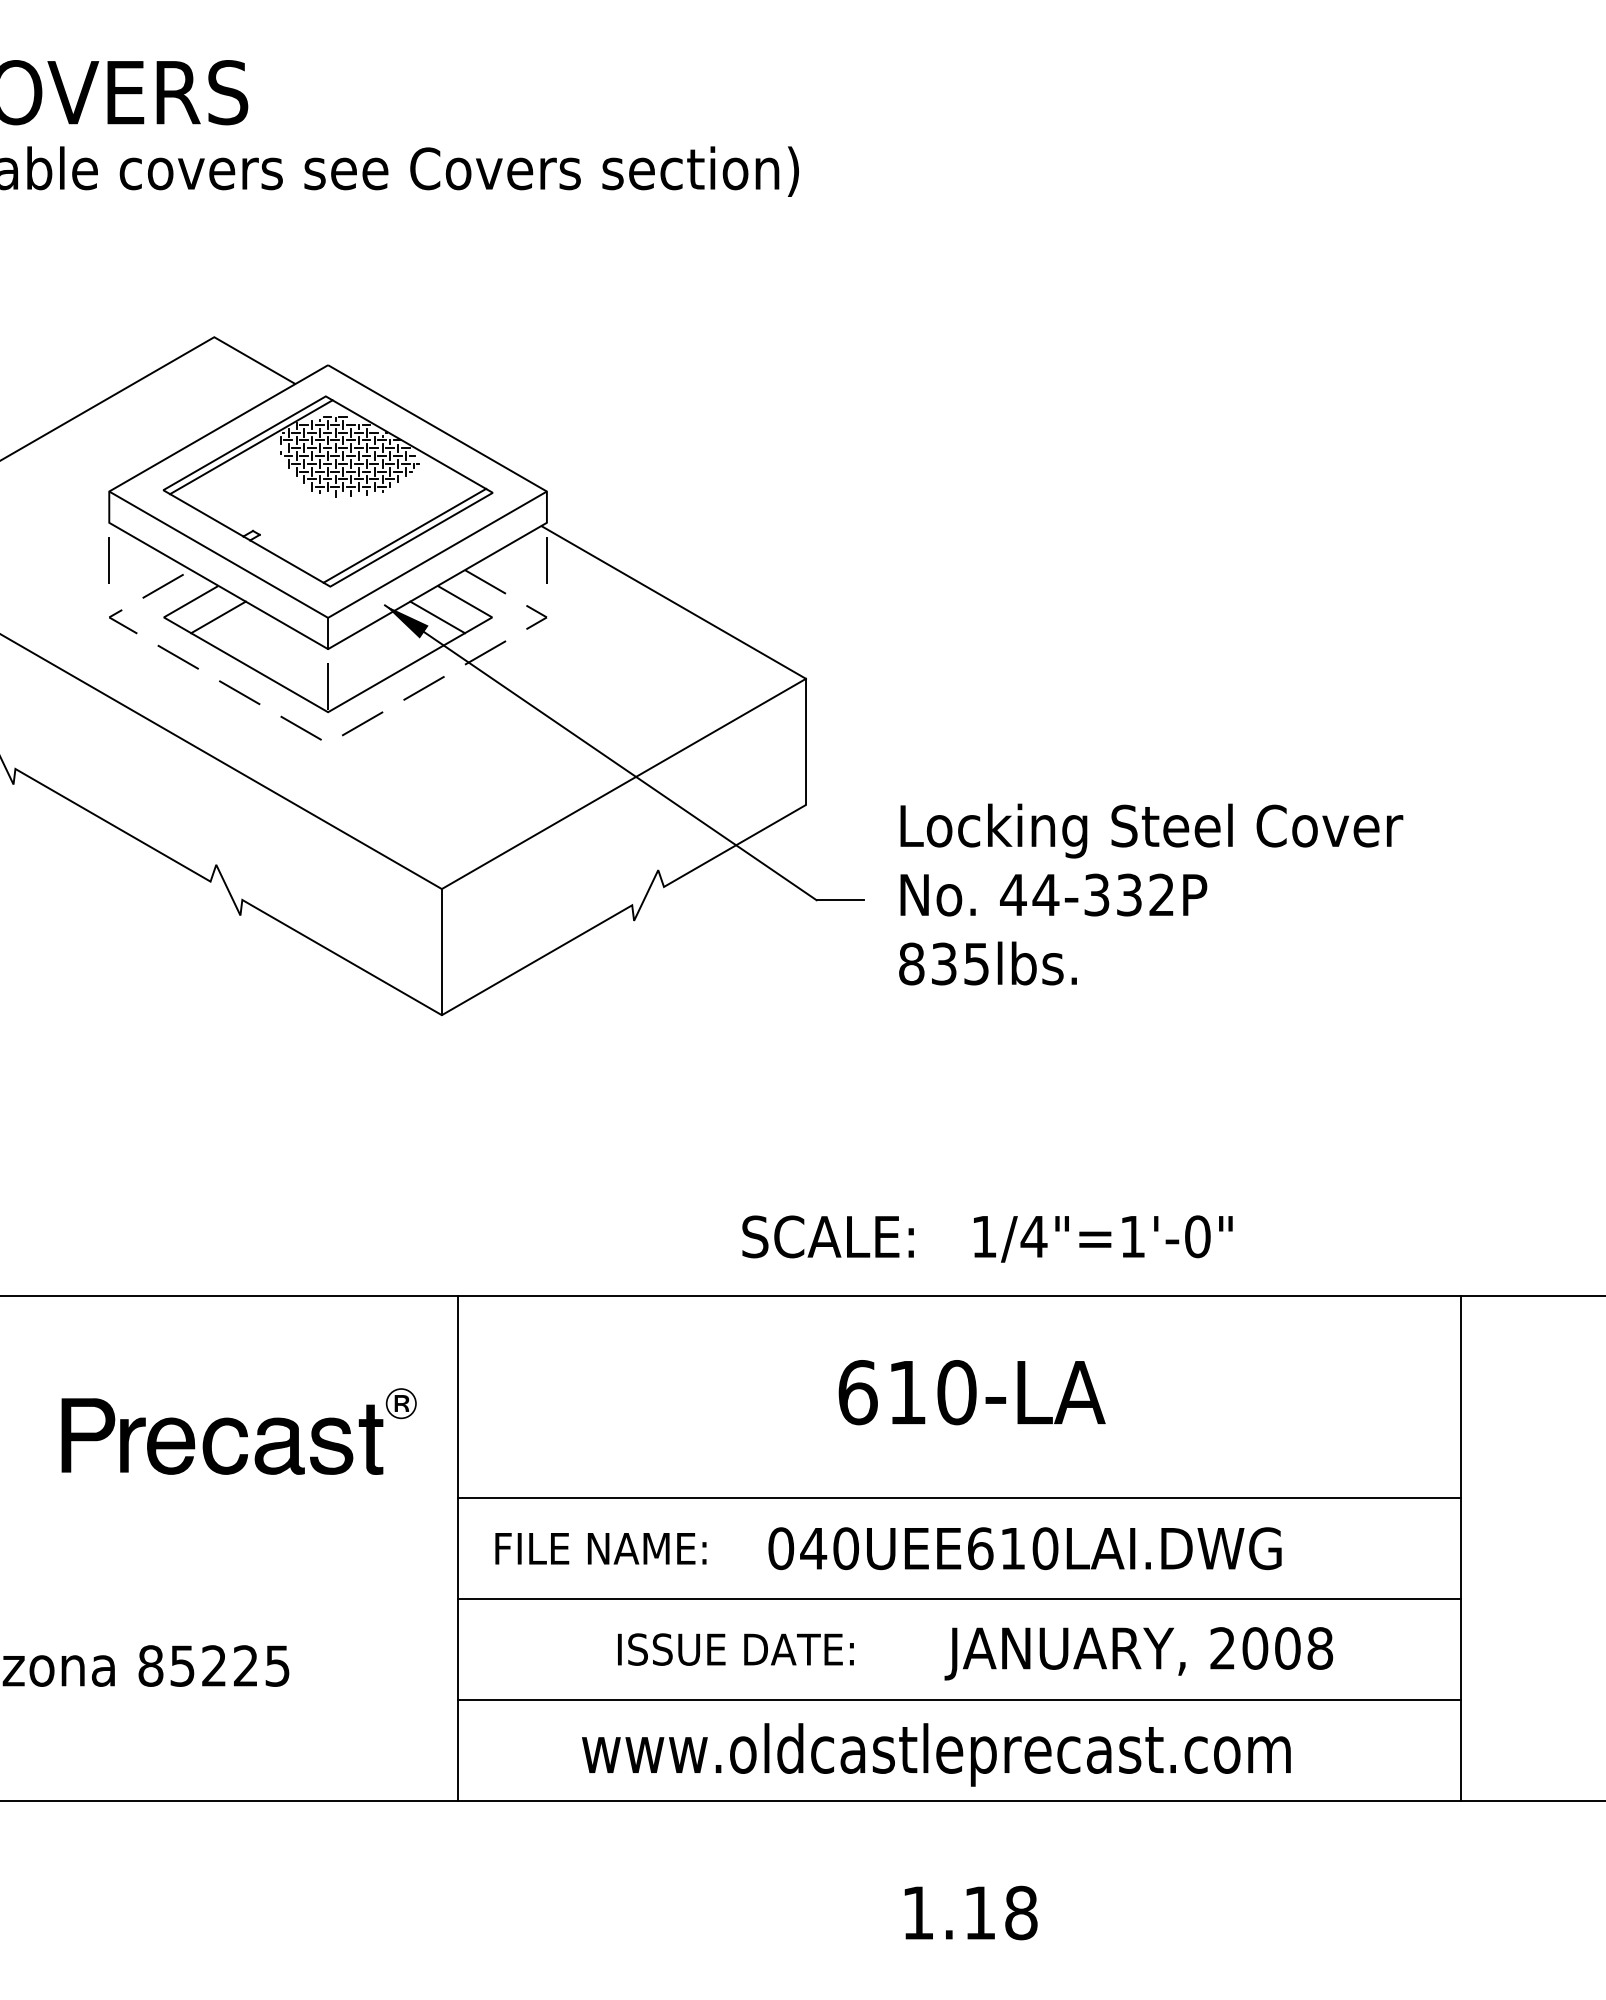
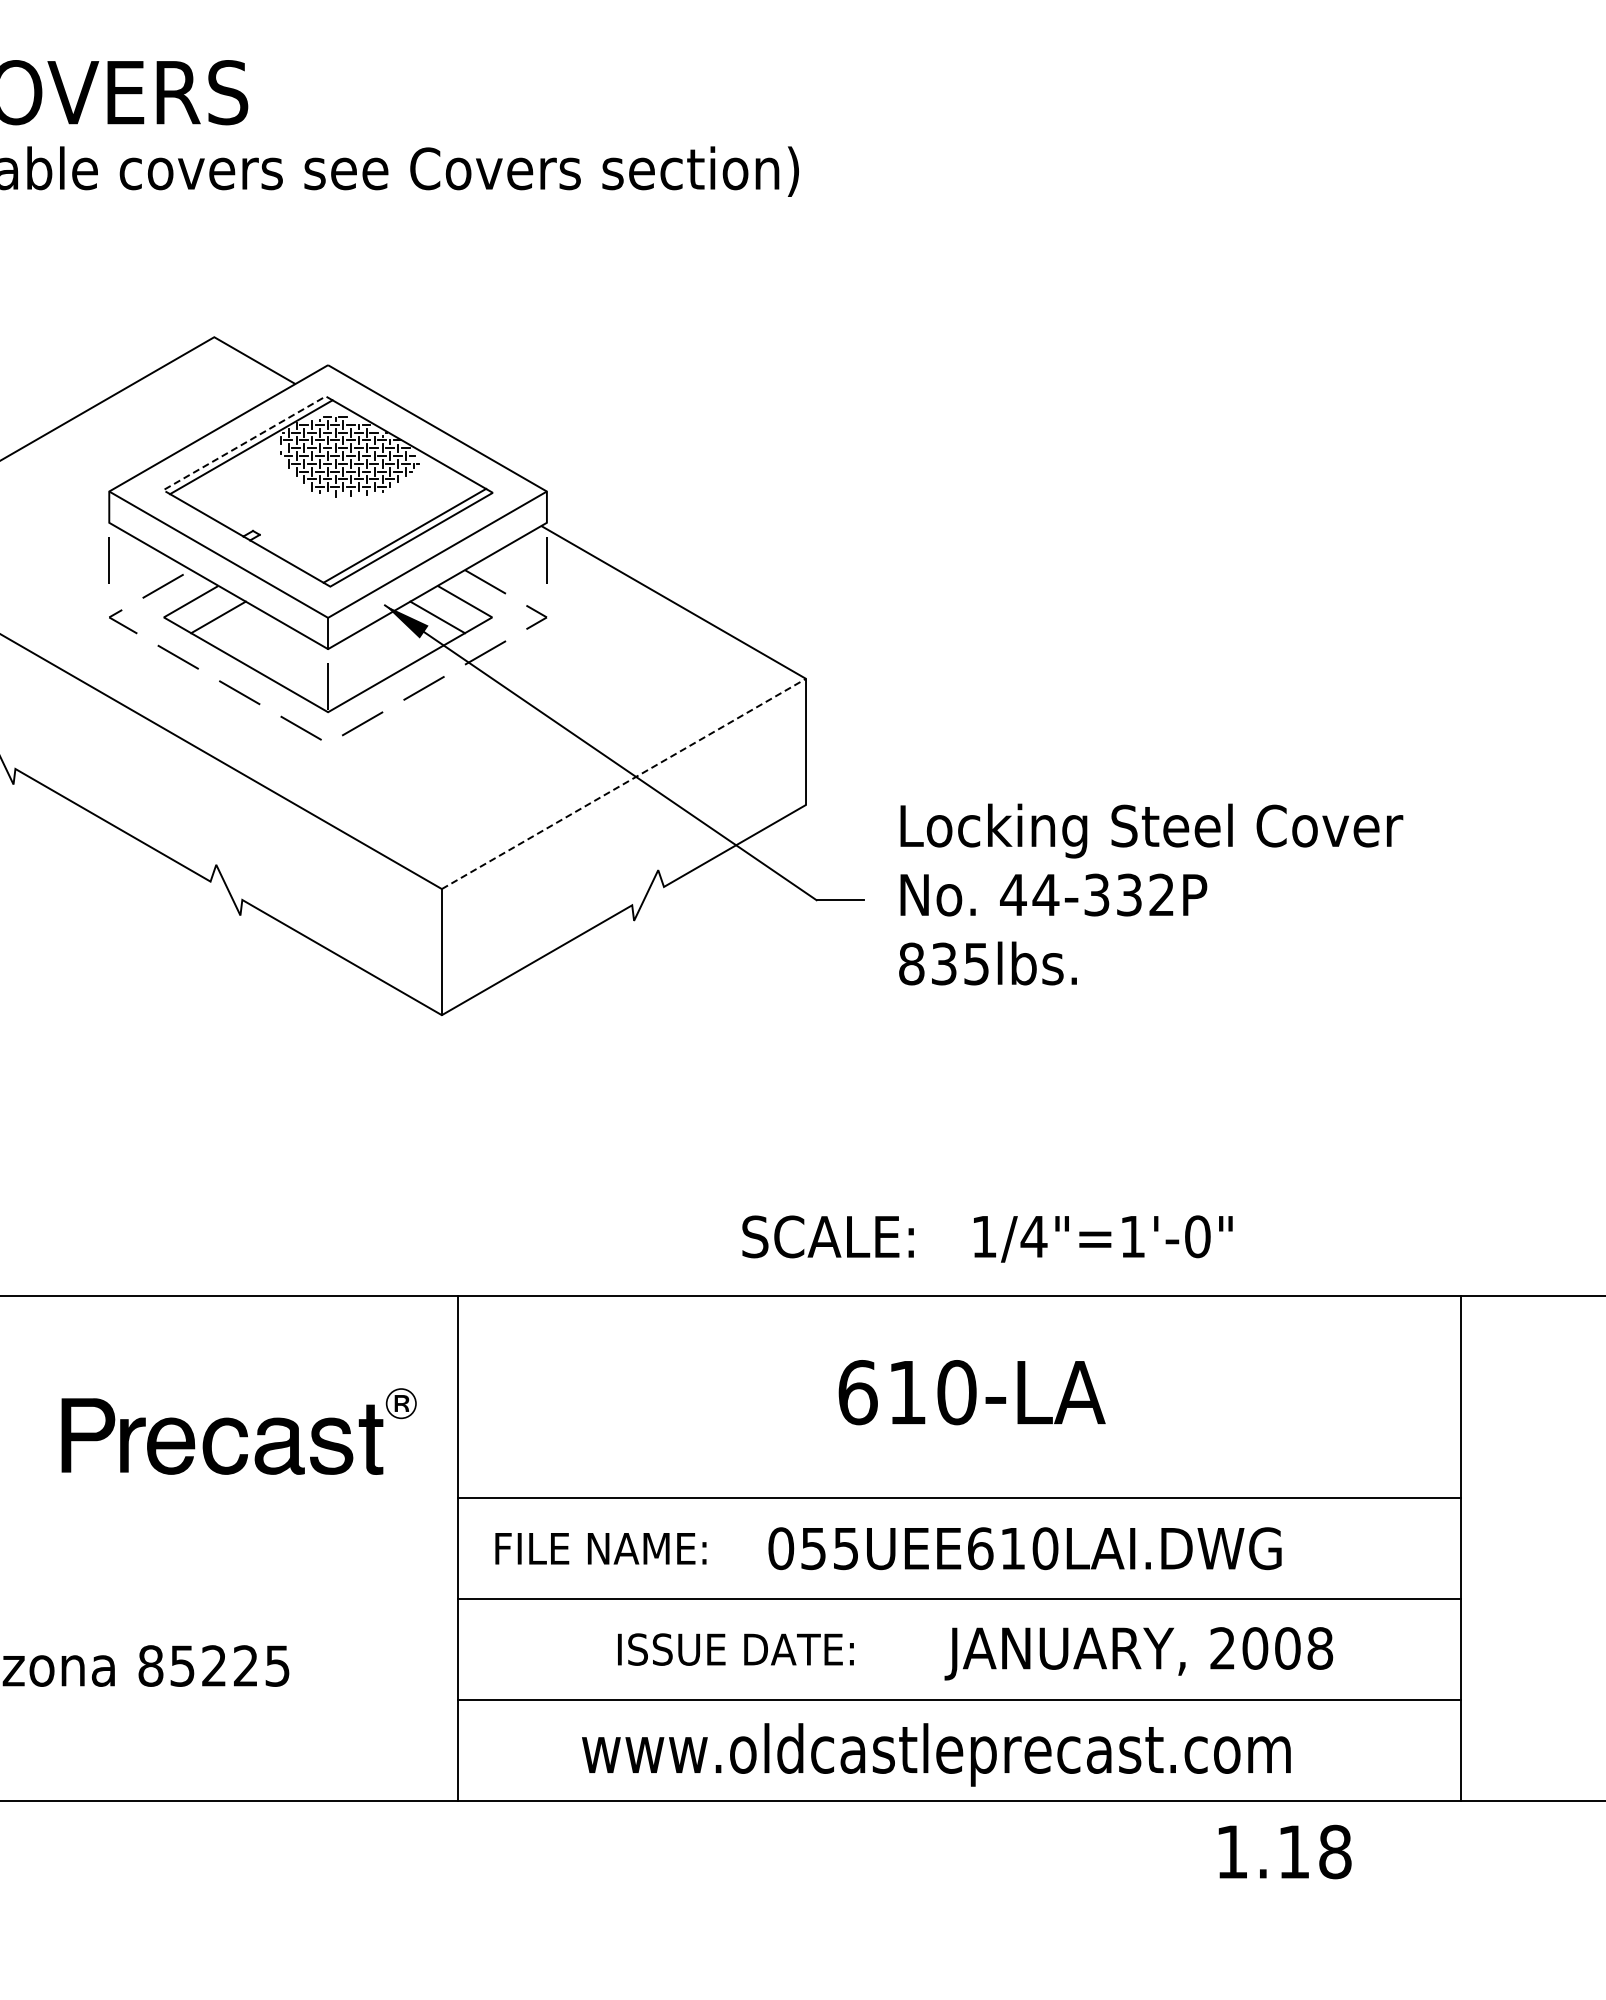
line at (244, 443): solid -> dashed
line at (624, 783): solid -> dashed
text at (829, 1548): 040UEE610LAI.DWG -> 055UEE610LAI.DWG
text at (970, 1912) position: (970, 1912) -> (1284, 1851)
